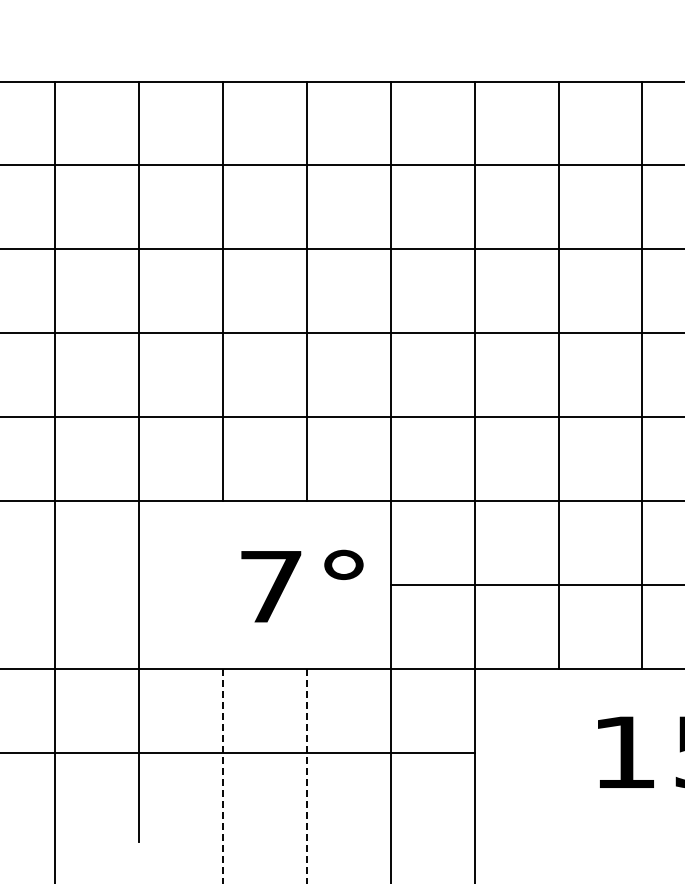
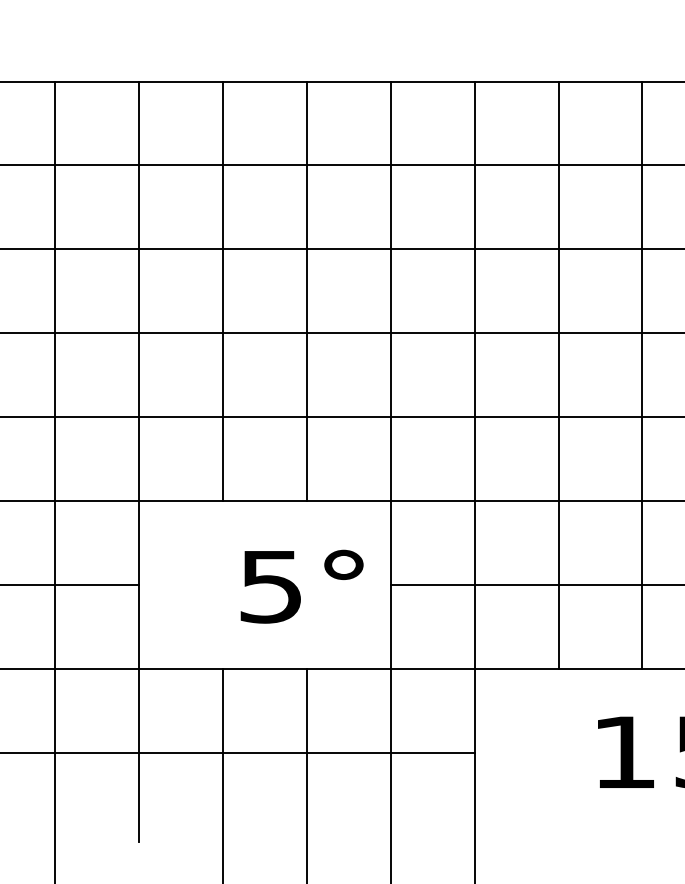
line at (70, 585): none -> present
text at (270, 587): 7° -> 5°
line at (222, 776): dashed -> solid
line at (306, 776): dashed -> solid
